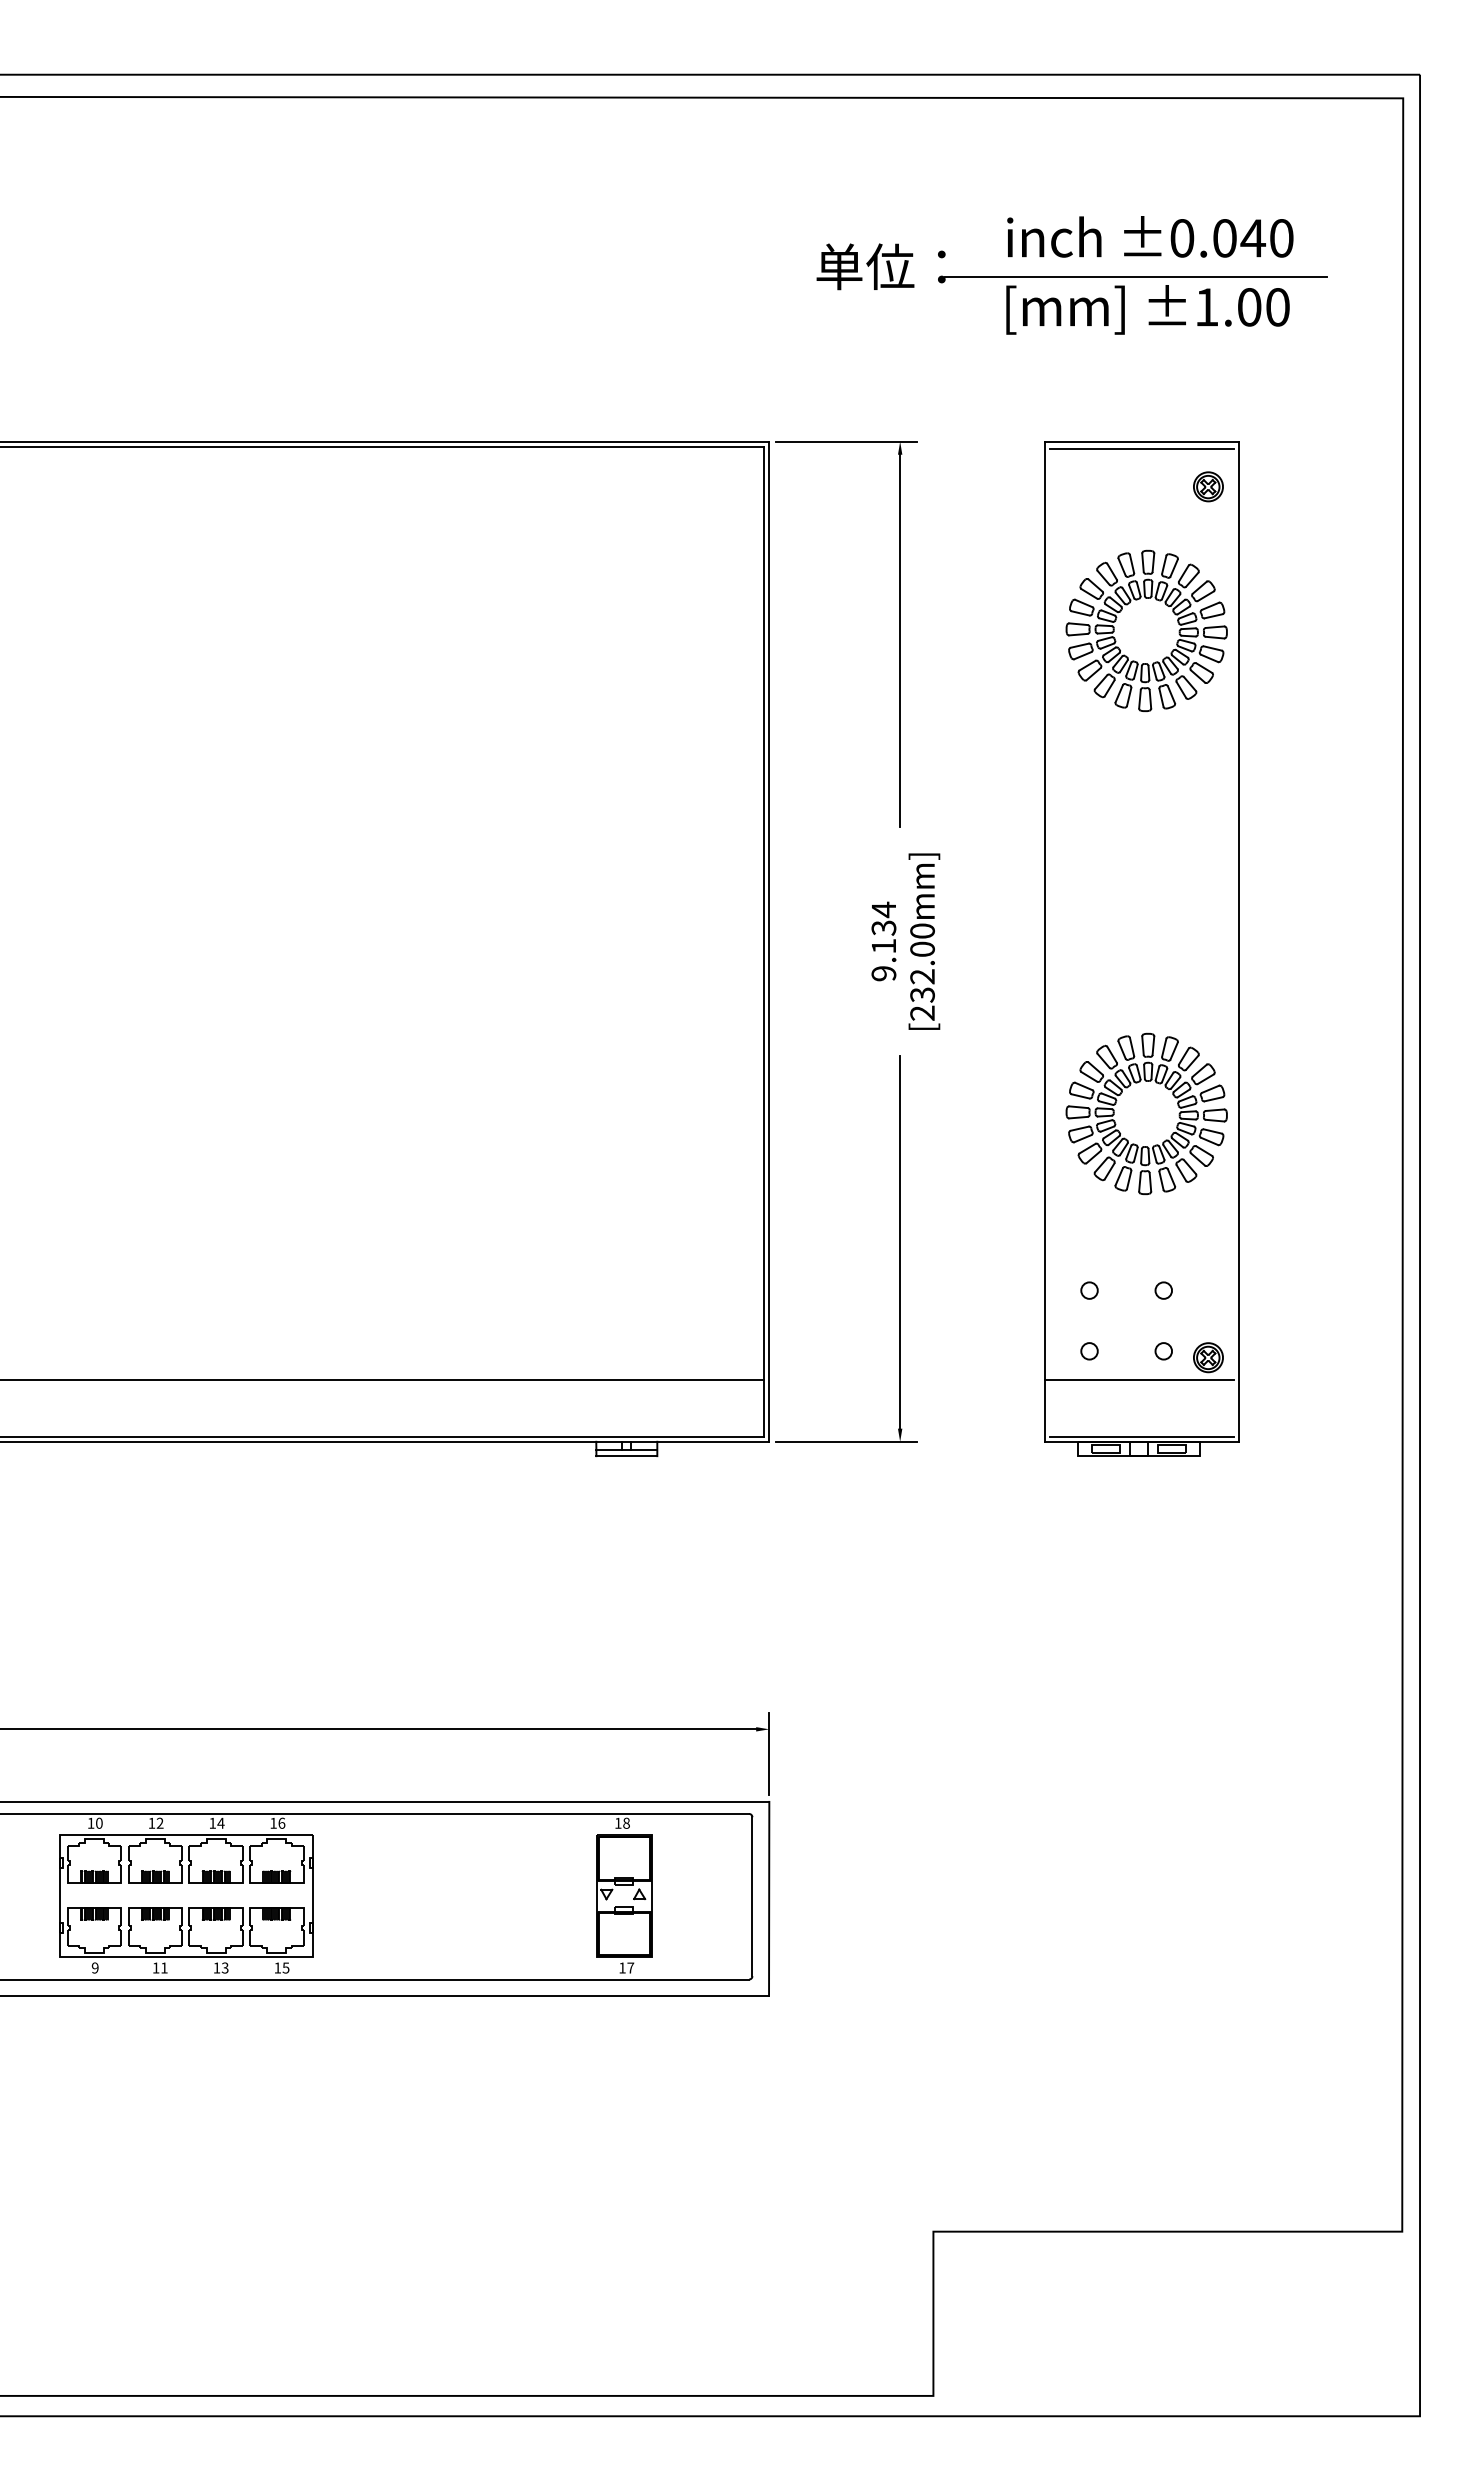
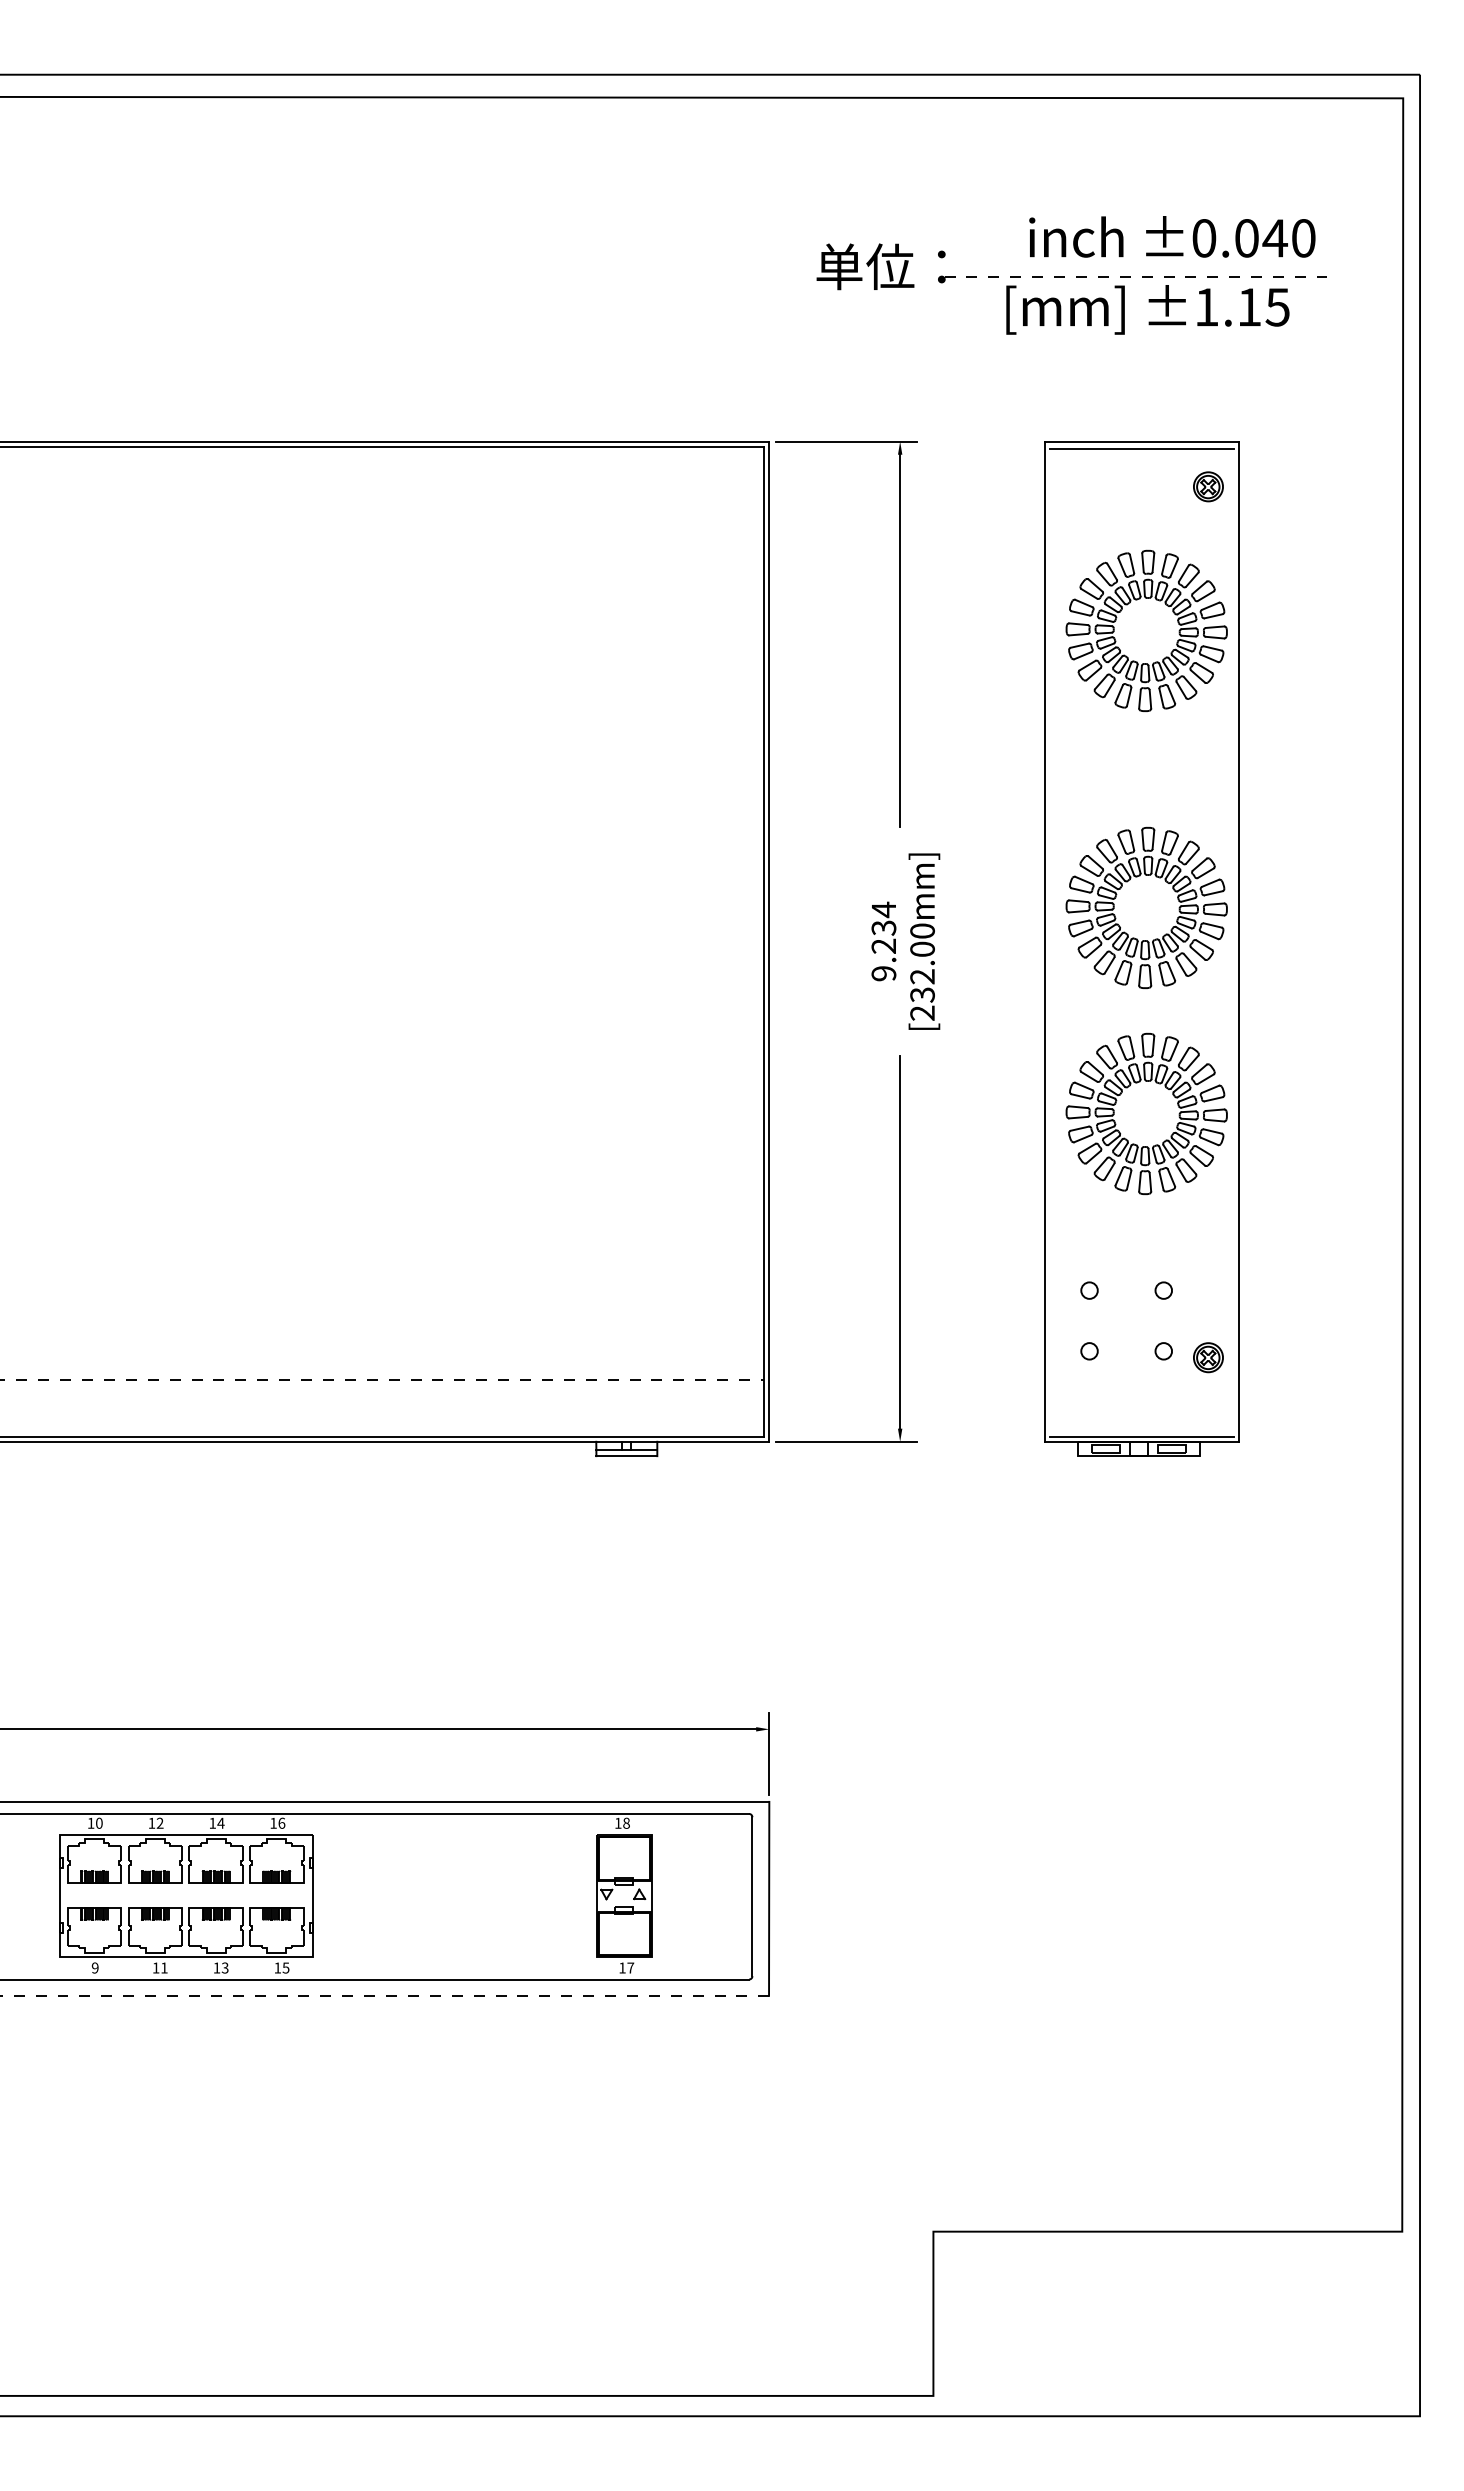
text at (1150, 236) position: (1150, 236) -> (1172, 236)
line at (1136, 277): solid -> dashed
text at (1263, 307): ±1.00 -> ±1.15
part at (1137, 877): none -> present
text at (883, 945): 9.134 -> 9.234
line at (382, 1379): solid -> dashed
line at (1139, 1379): present -> none
line at (384, 1995): solid -> dashed
